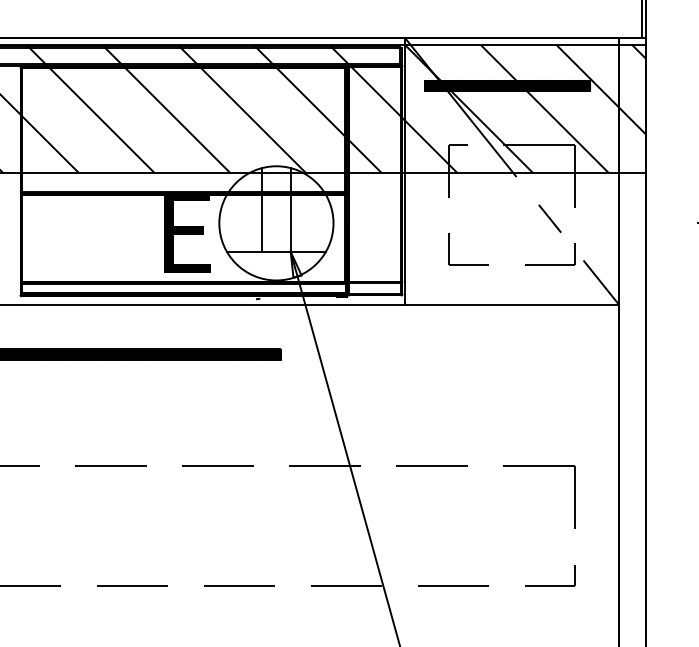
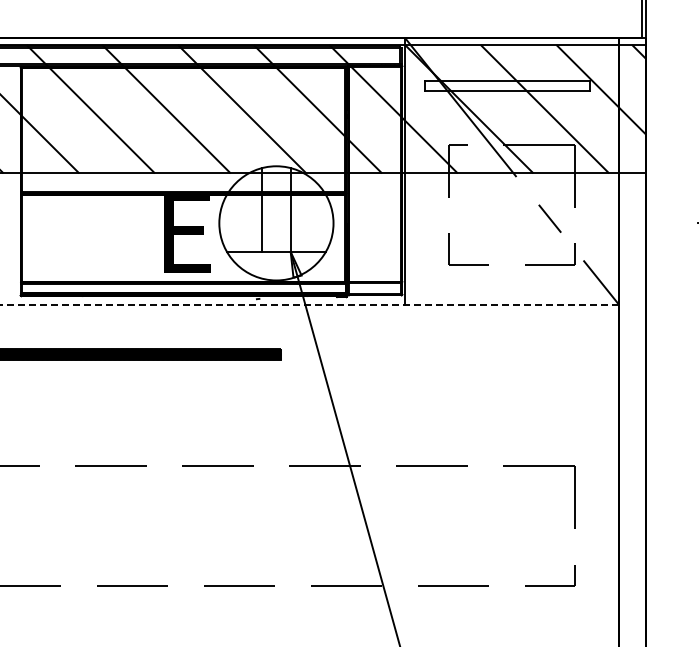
hatch at (507, 85): present -> none
line at (309, 304): solid -> dashed
